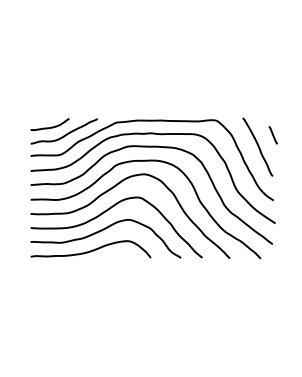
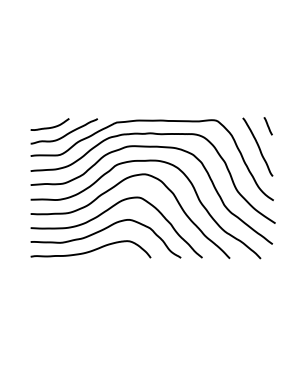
line at (272, 135) position: (272, 135) -> (267, 126)
